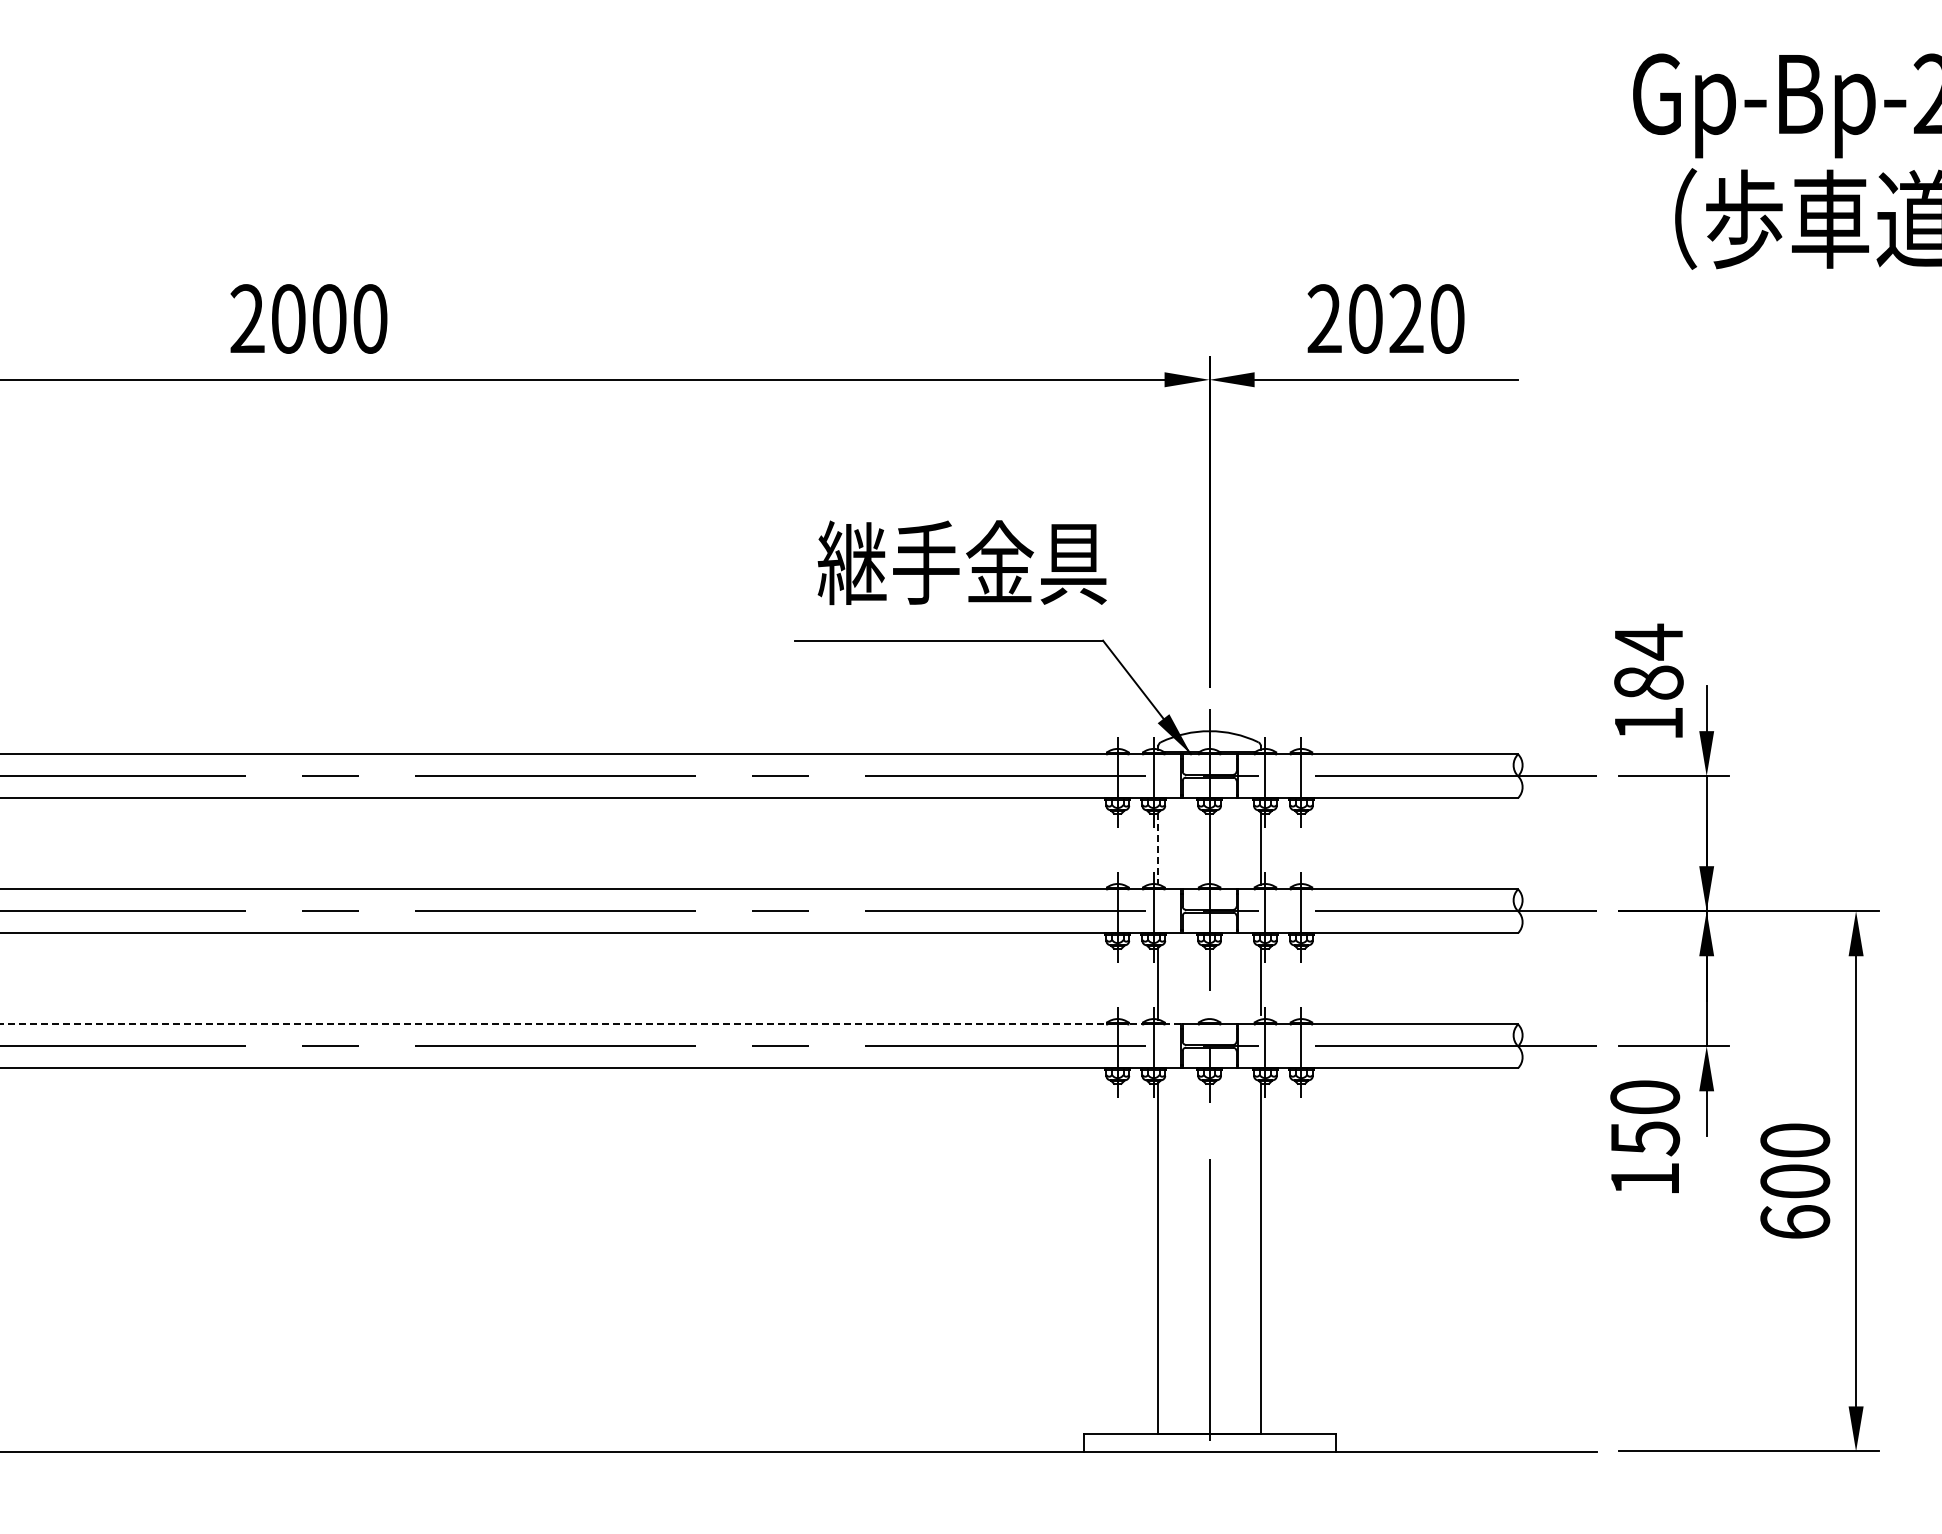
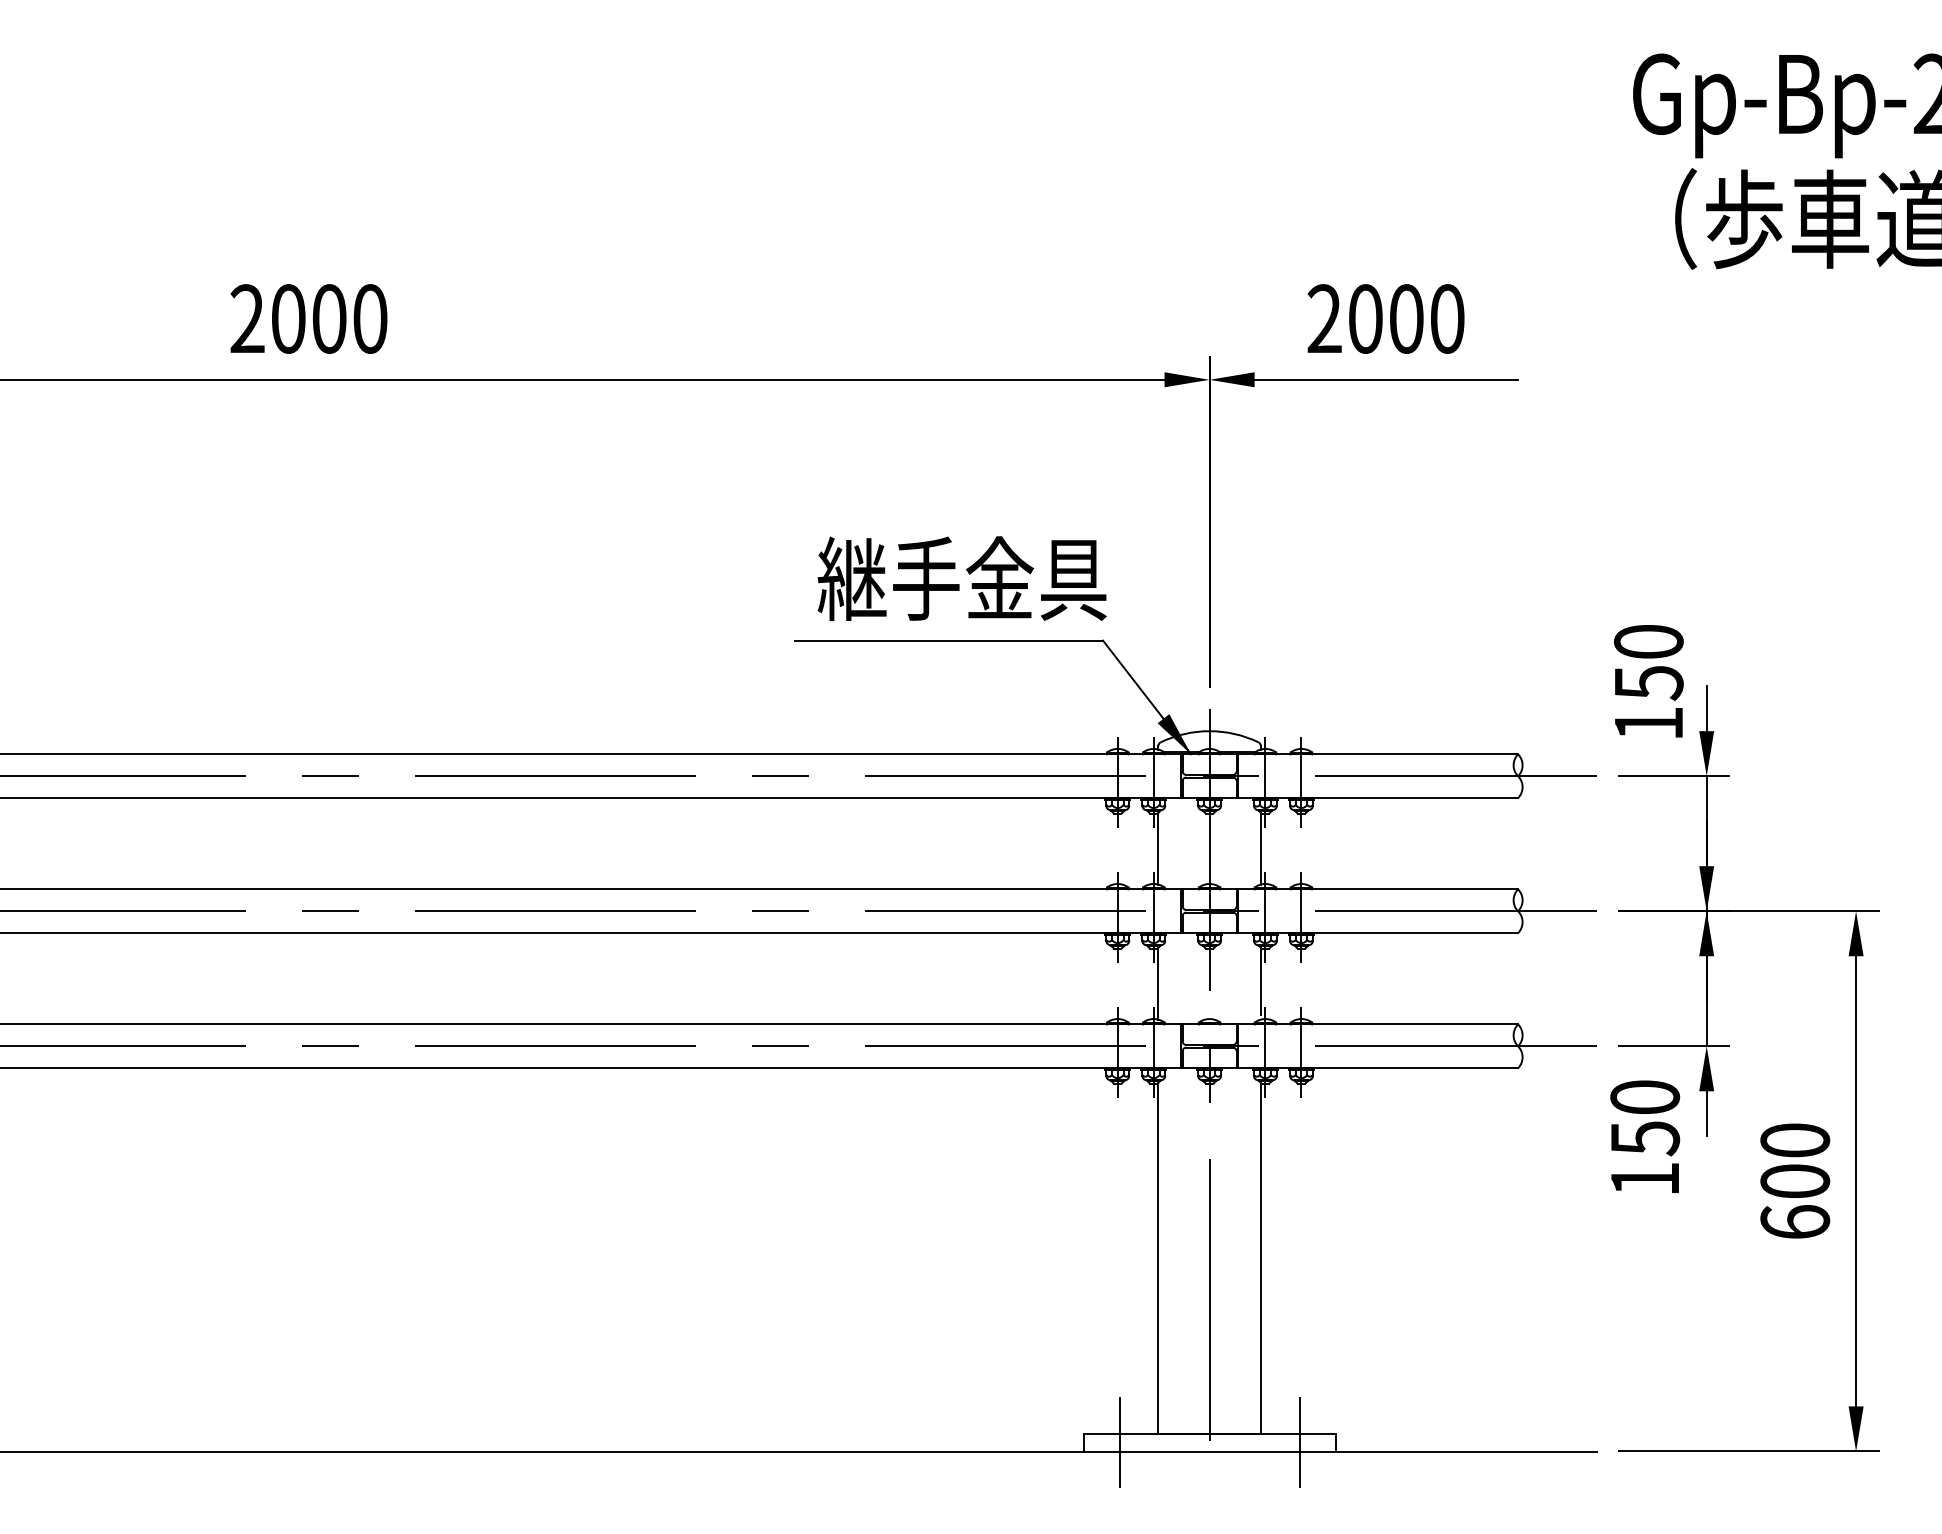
text at (1406, 318): 2020 -> 2000
text at (961, 562) position: (961, 562) -> (961, 578)
text at (1648, 661): 184 -> 150
line at (1158, 848): dashed -> solid
line at (589, 1024): dashed -> solid
line at (1119, 1442): none -> present
line at (1299, 1442): none -> present
